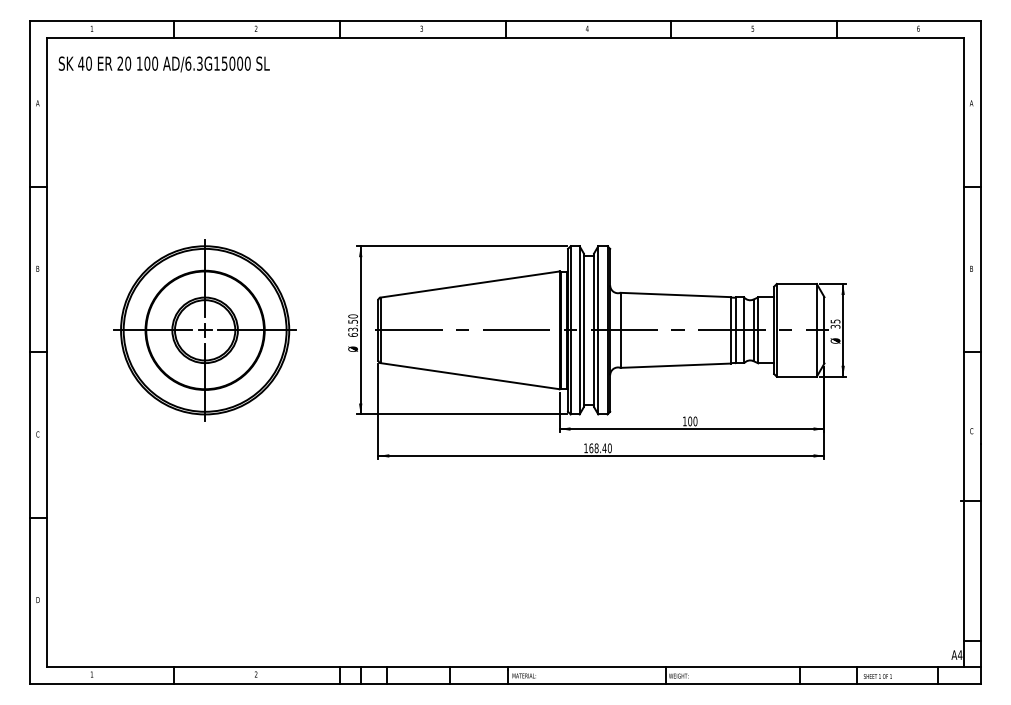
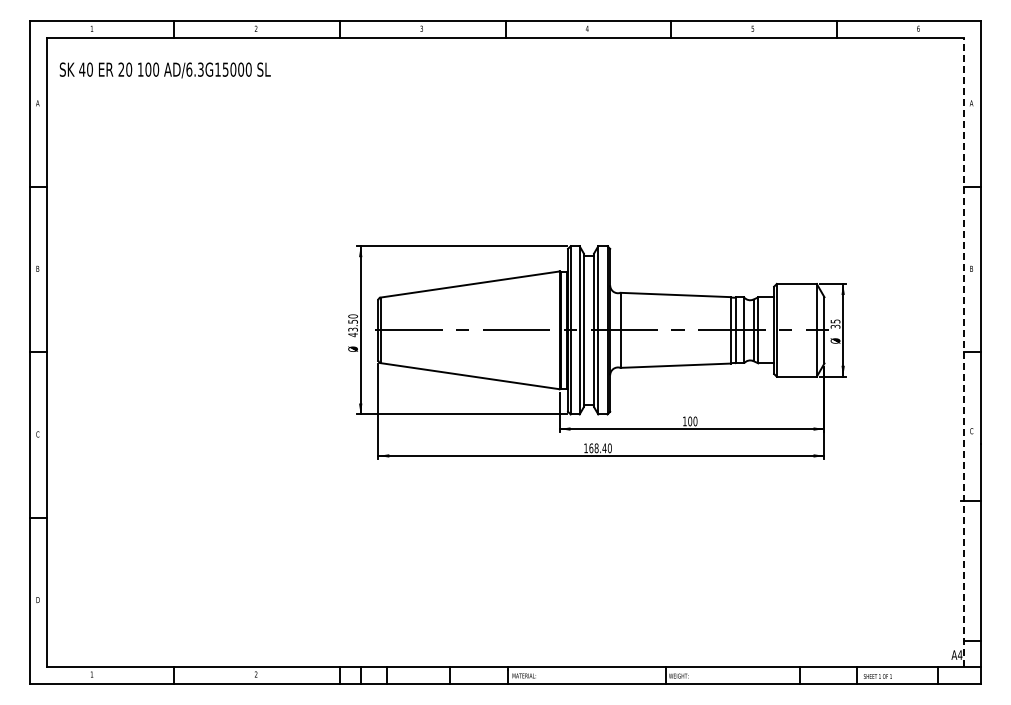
text at (163, 64) position: (163, 64) -> (164, 70)
part at (204, 330): present -> none
text at (352, 335): 63.50 -> 43.50
line at (964, 352): solid -> dashed
